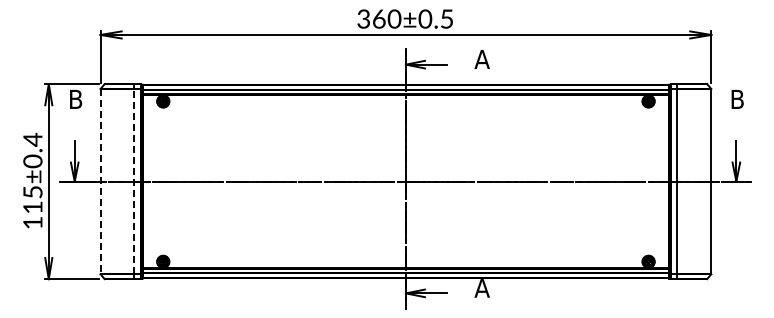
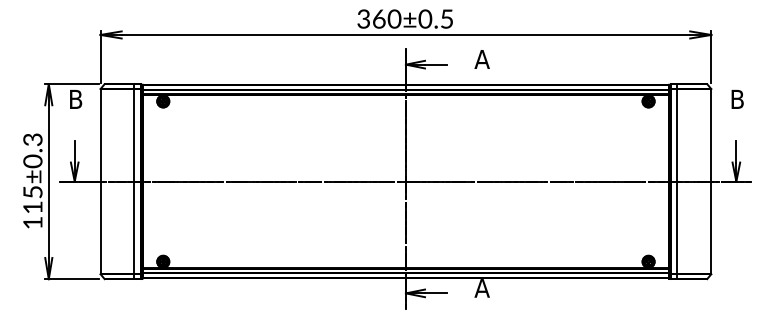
text at (32, 139): 115±0.4 -> 115±0.3
line at (134, 181): dashed -> solid
line at (100, 182): dashed -> solid
